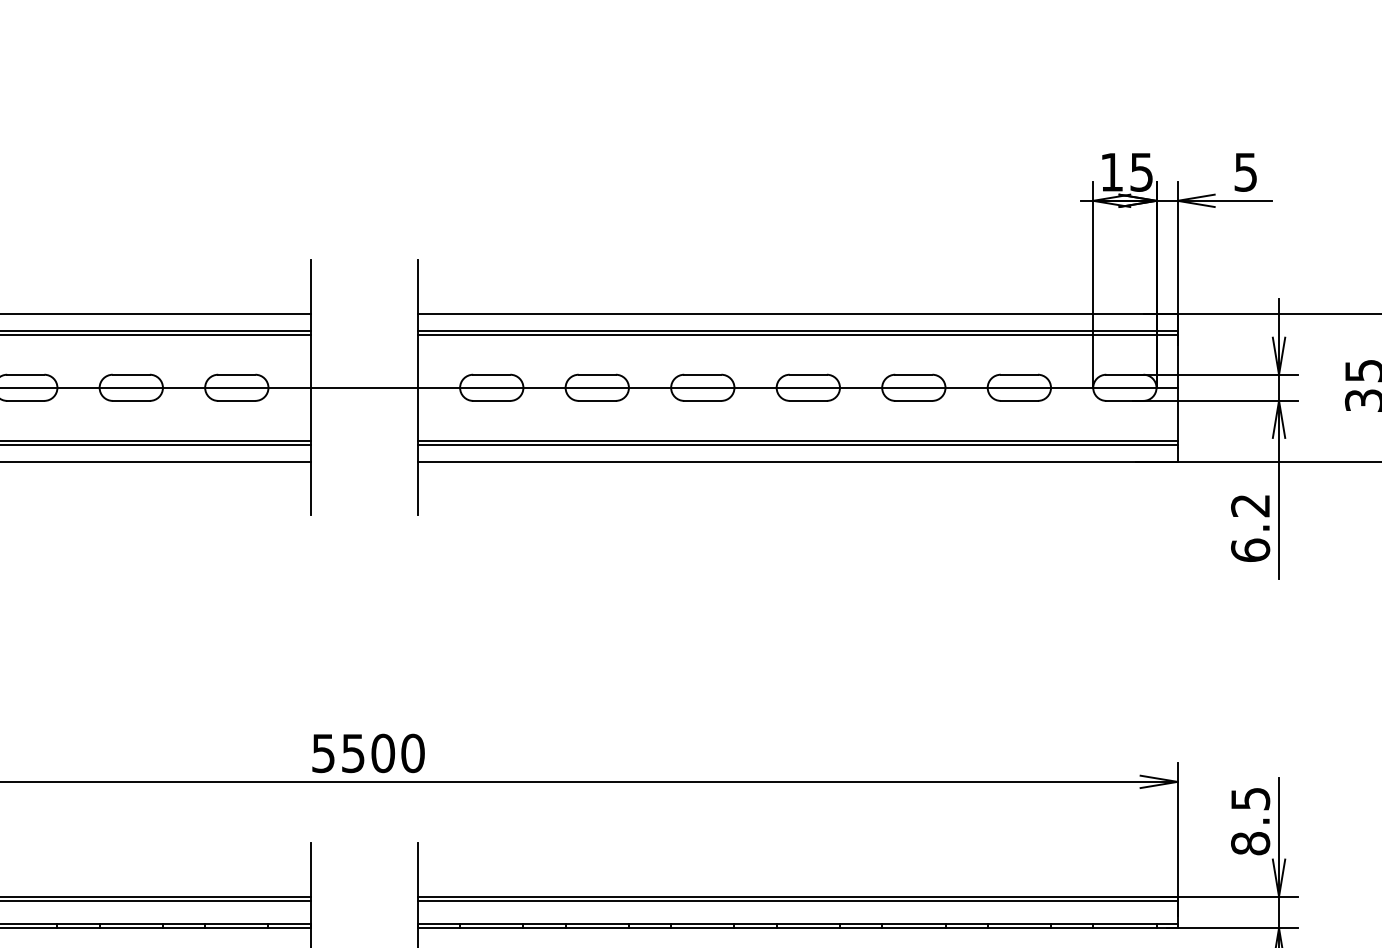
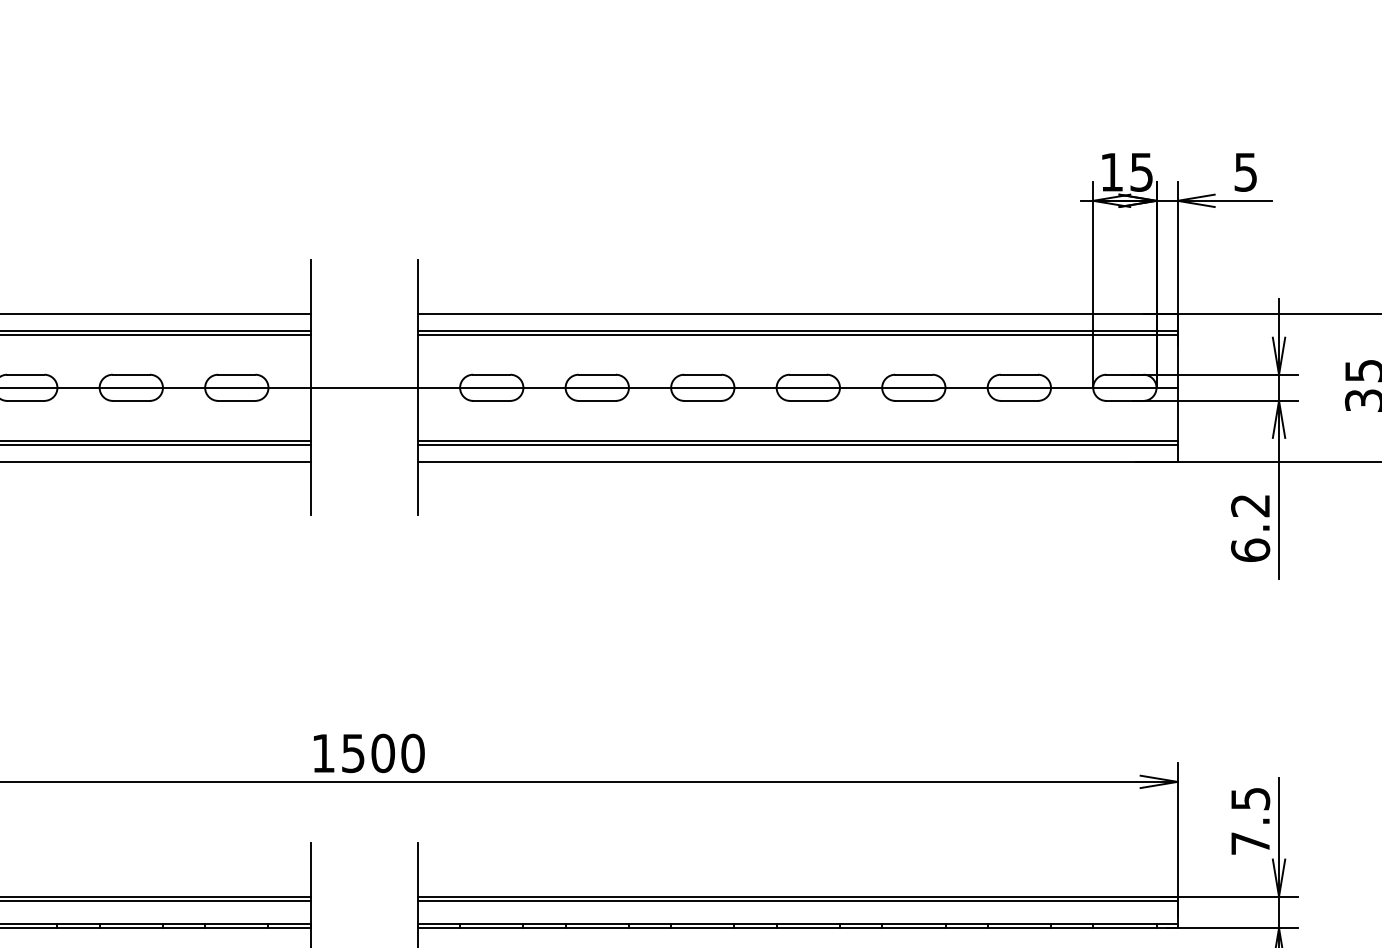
text at (323, 753): 5500 -> 1500
text at (1250, 843): 8.5 -> 7.5
